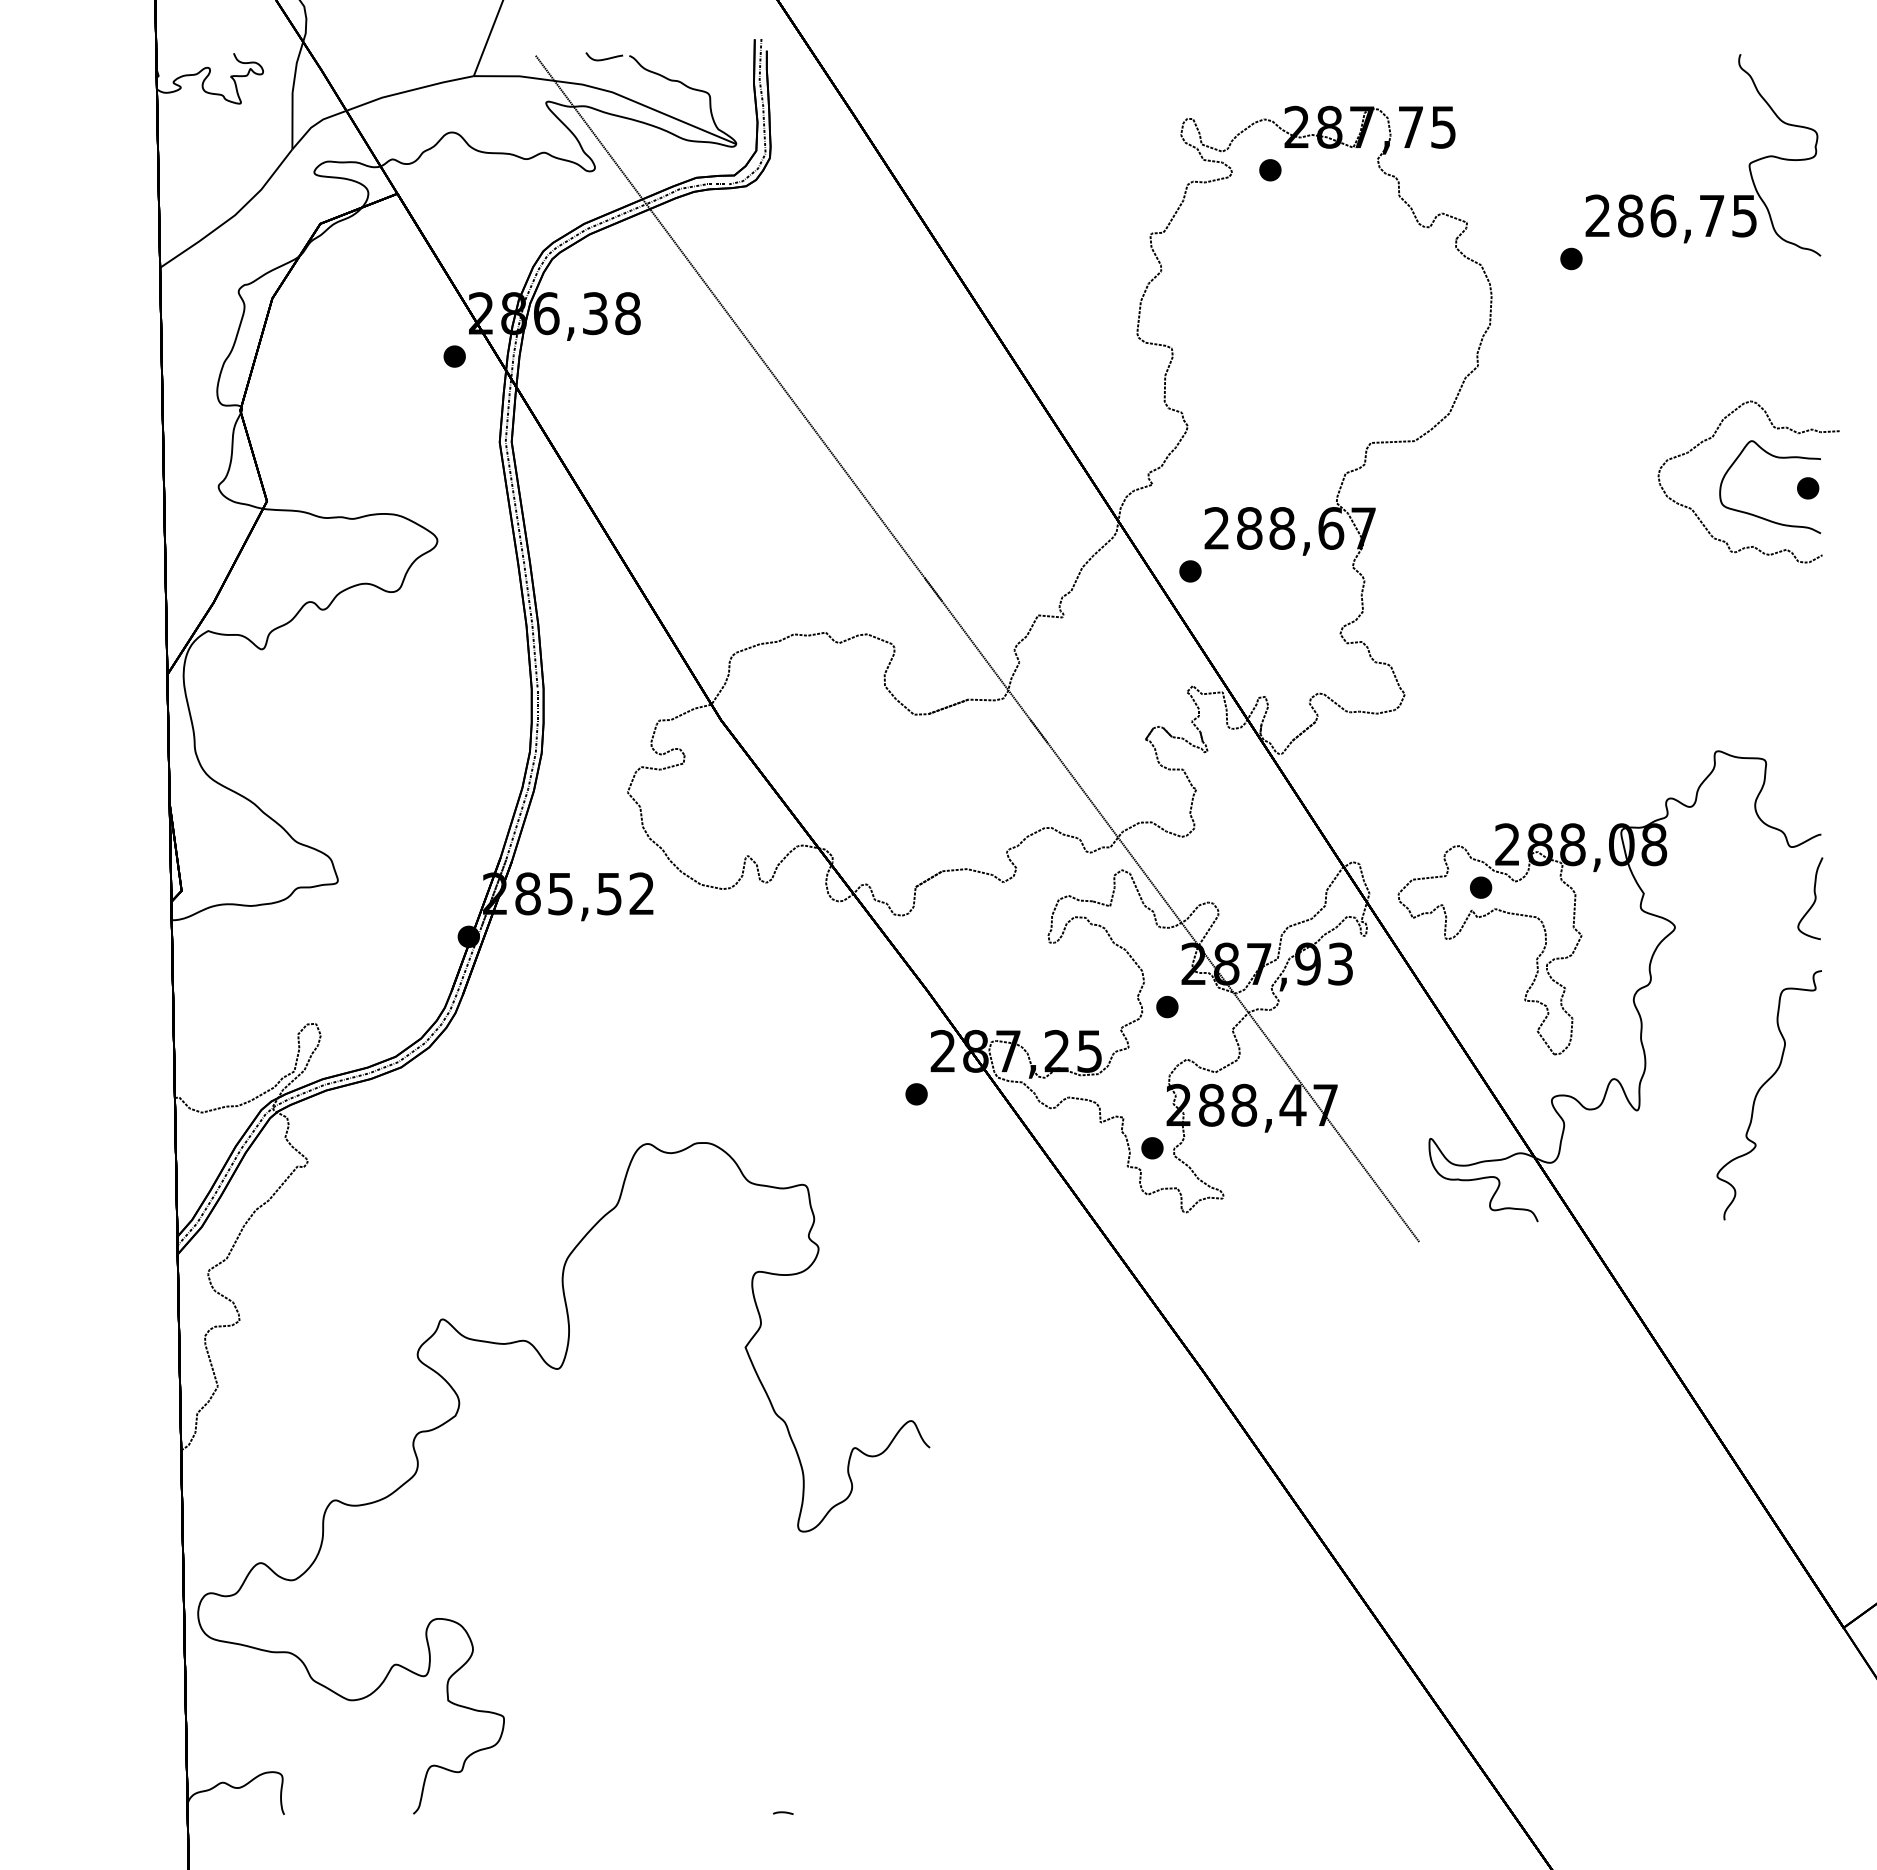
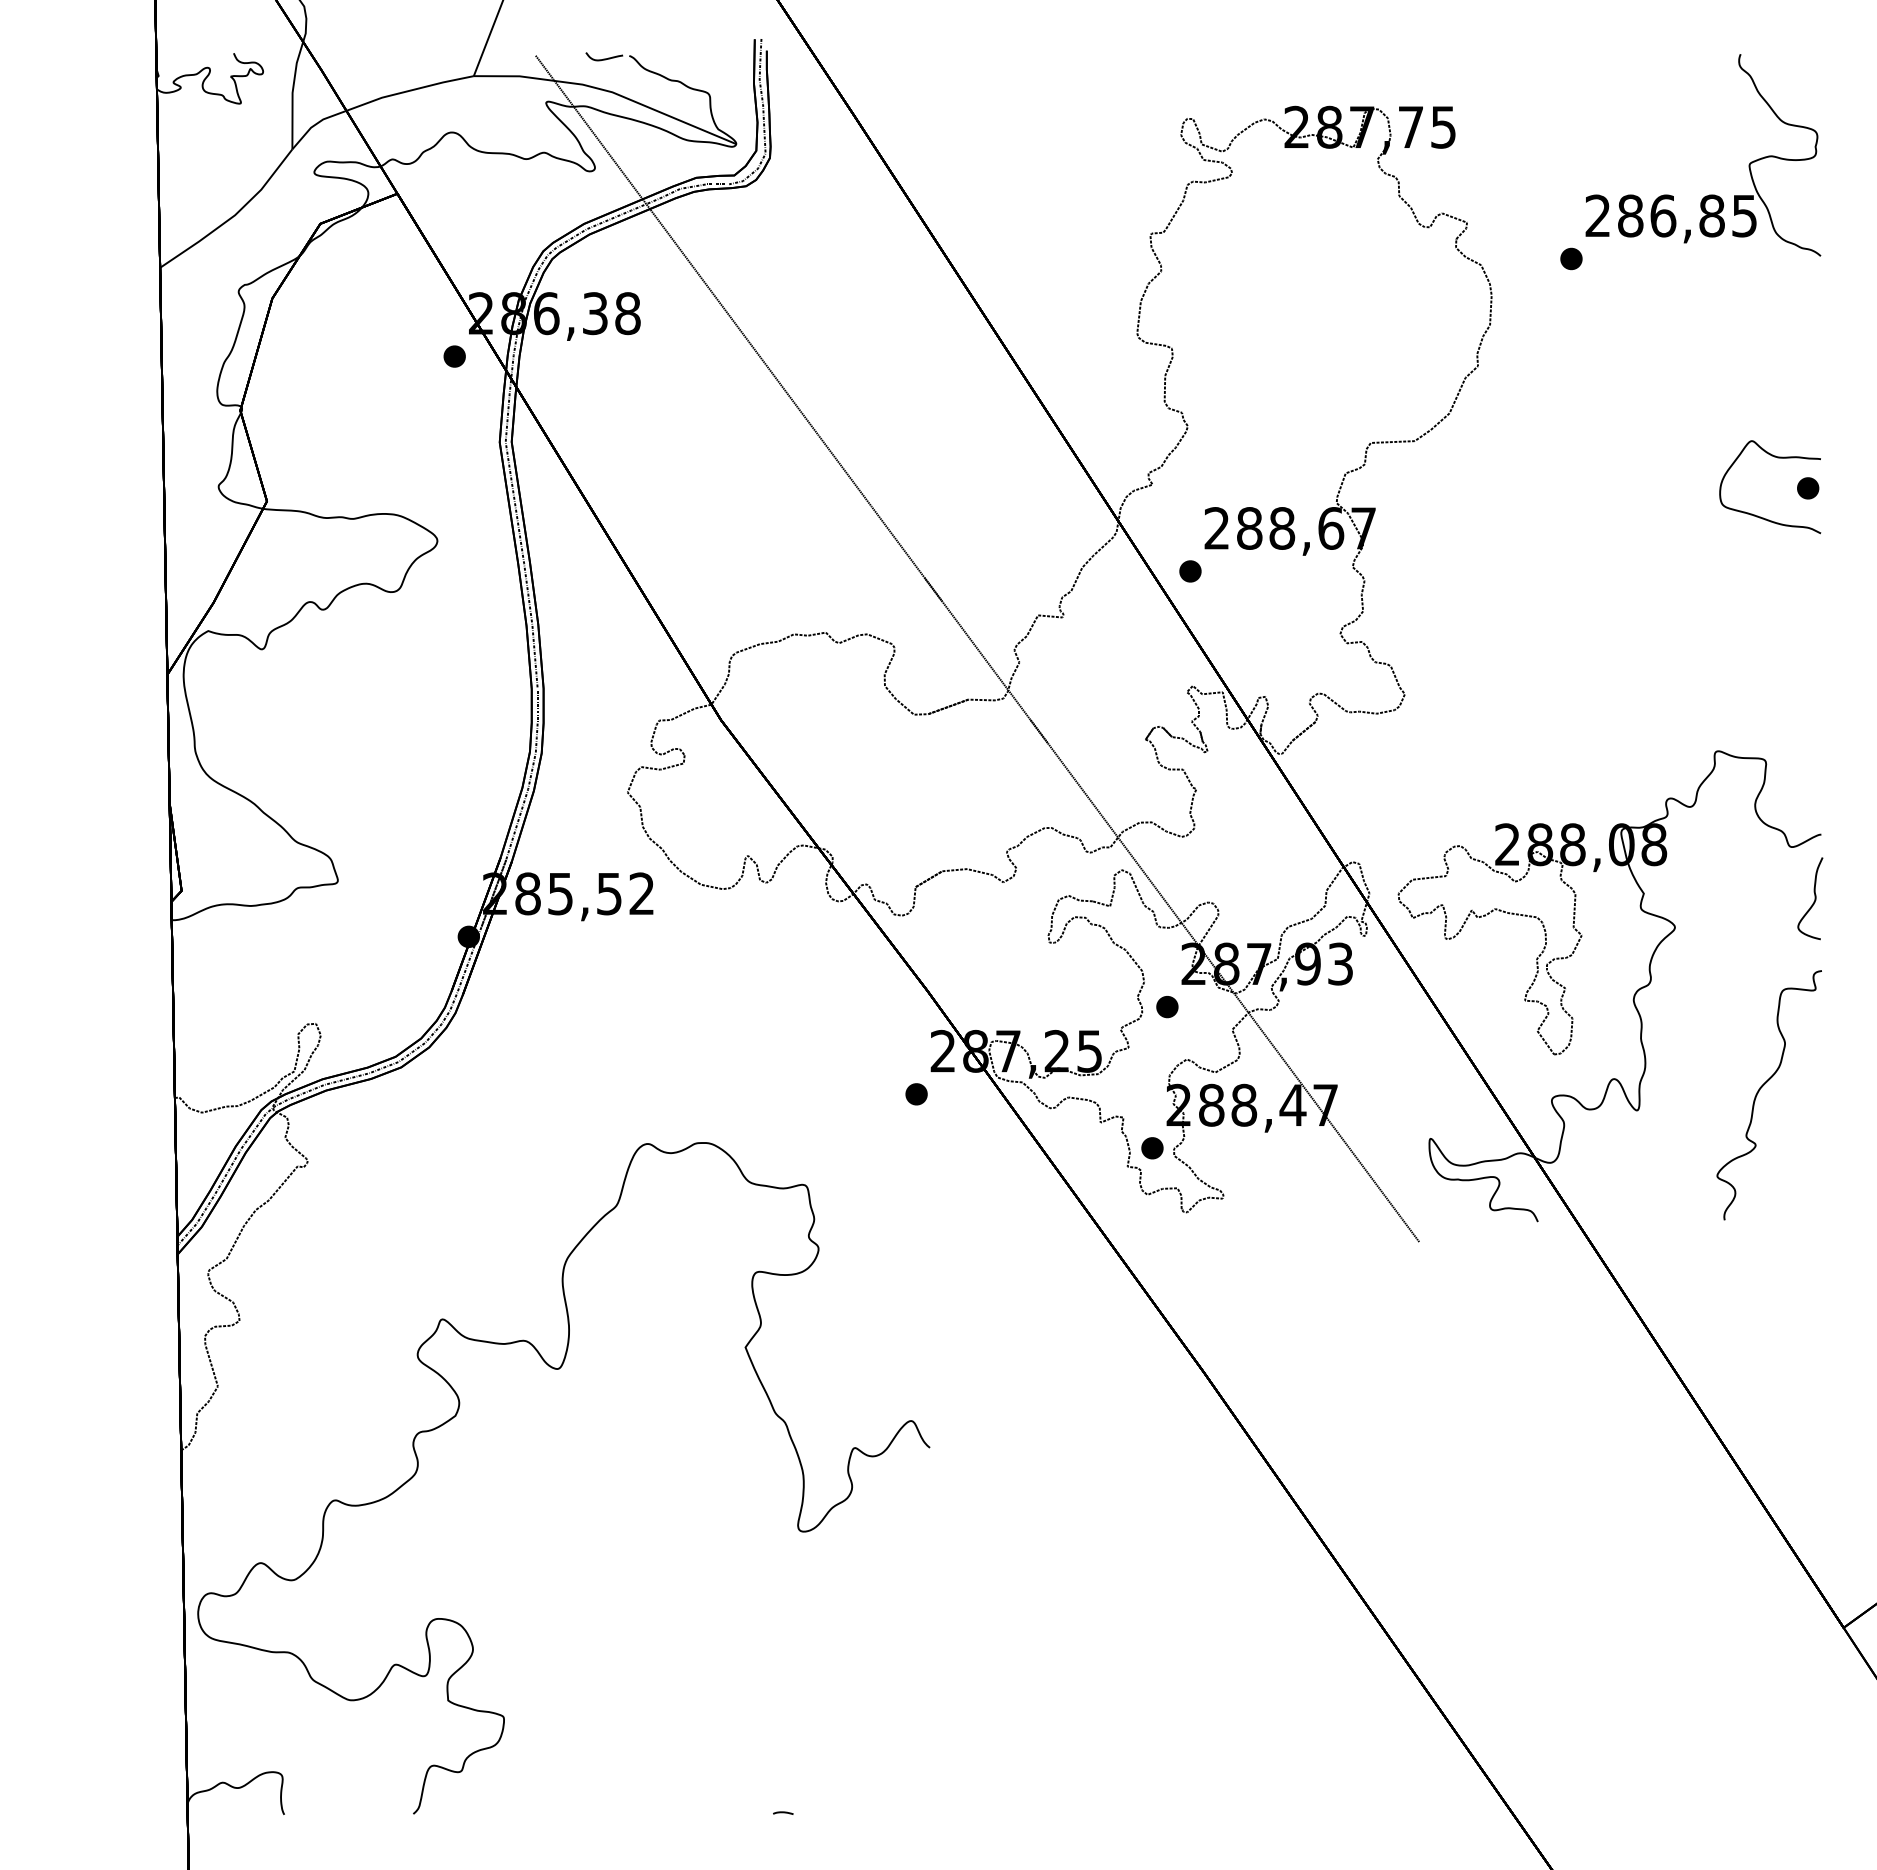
part at (1270, 170): present -> none
text at (1711, 215): 286,75 -> 286,85
curve at (1713, 437): present -> none
part at (1481, 887): present -> none
